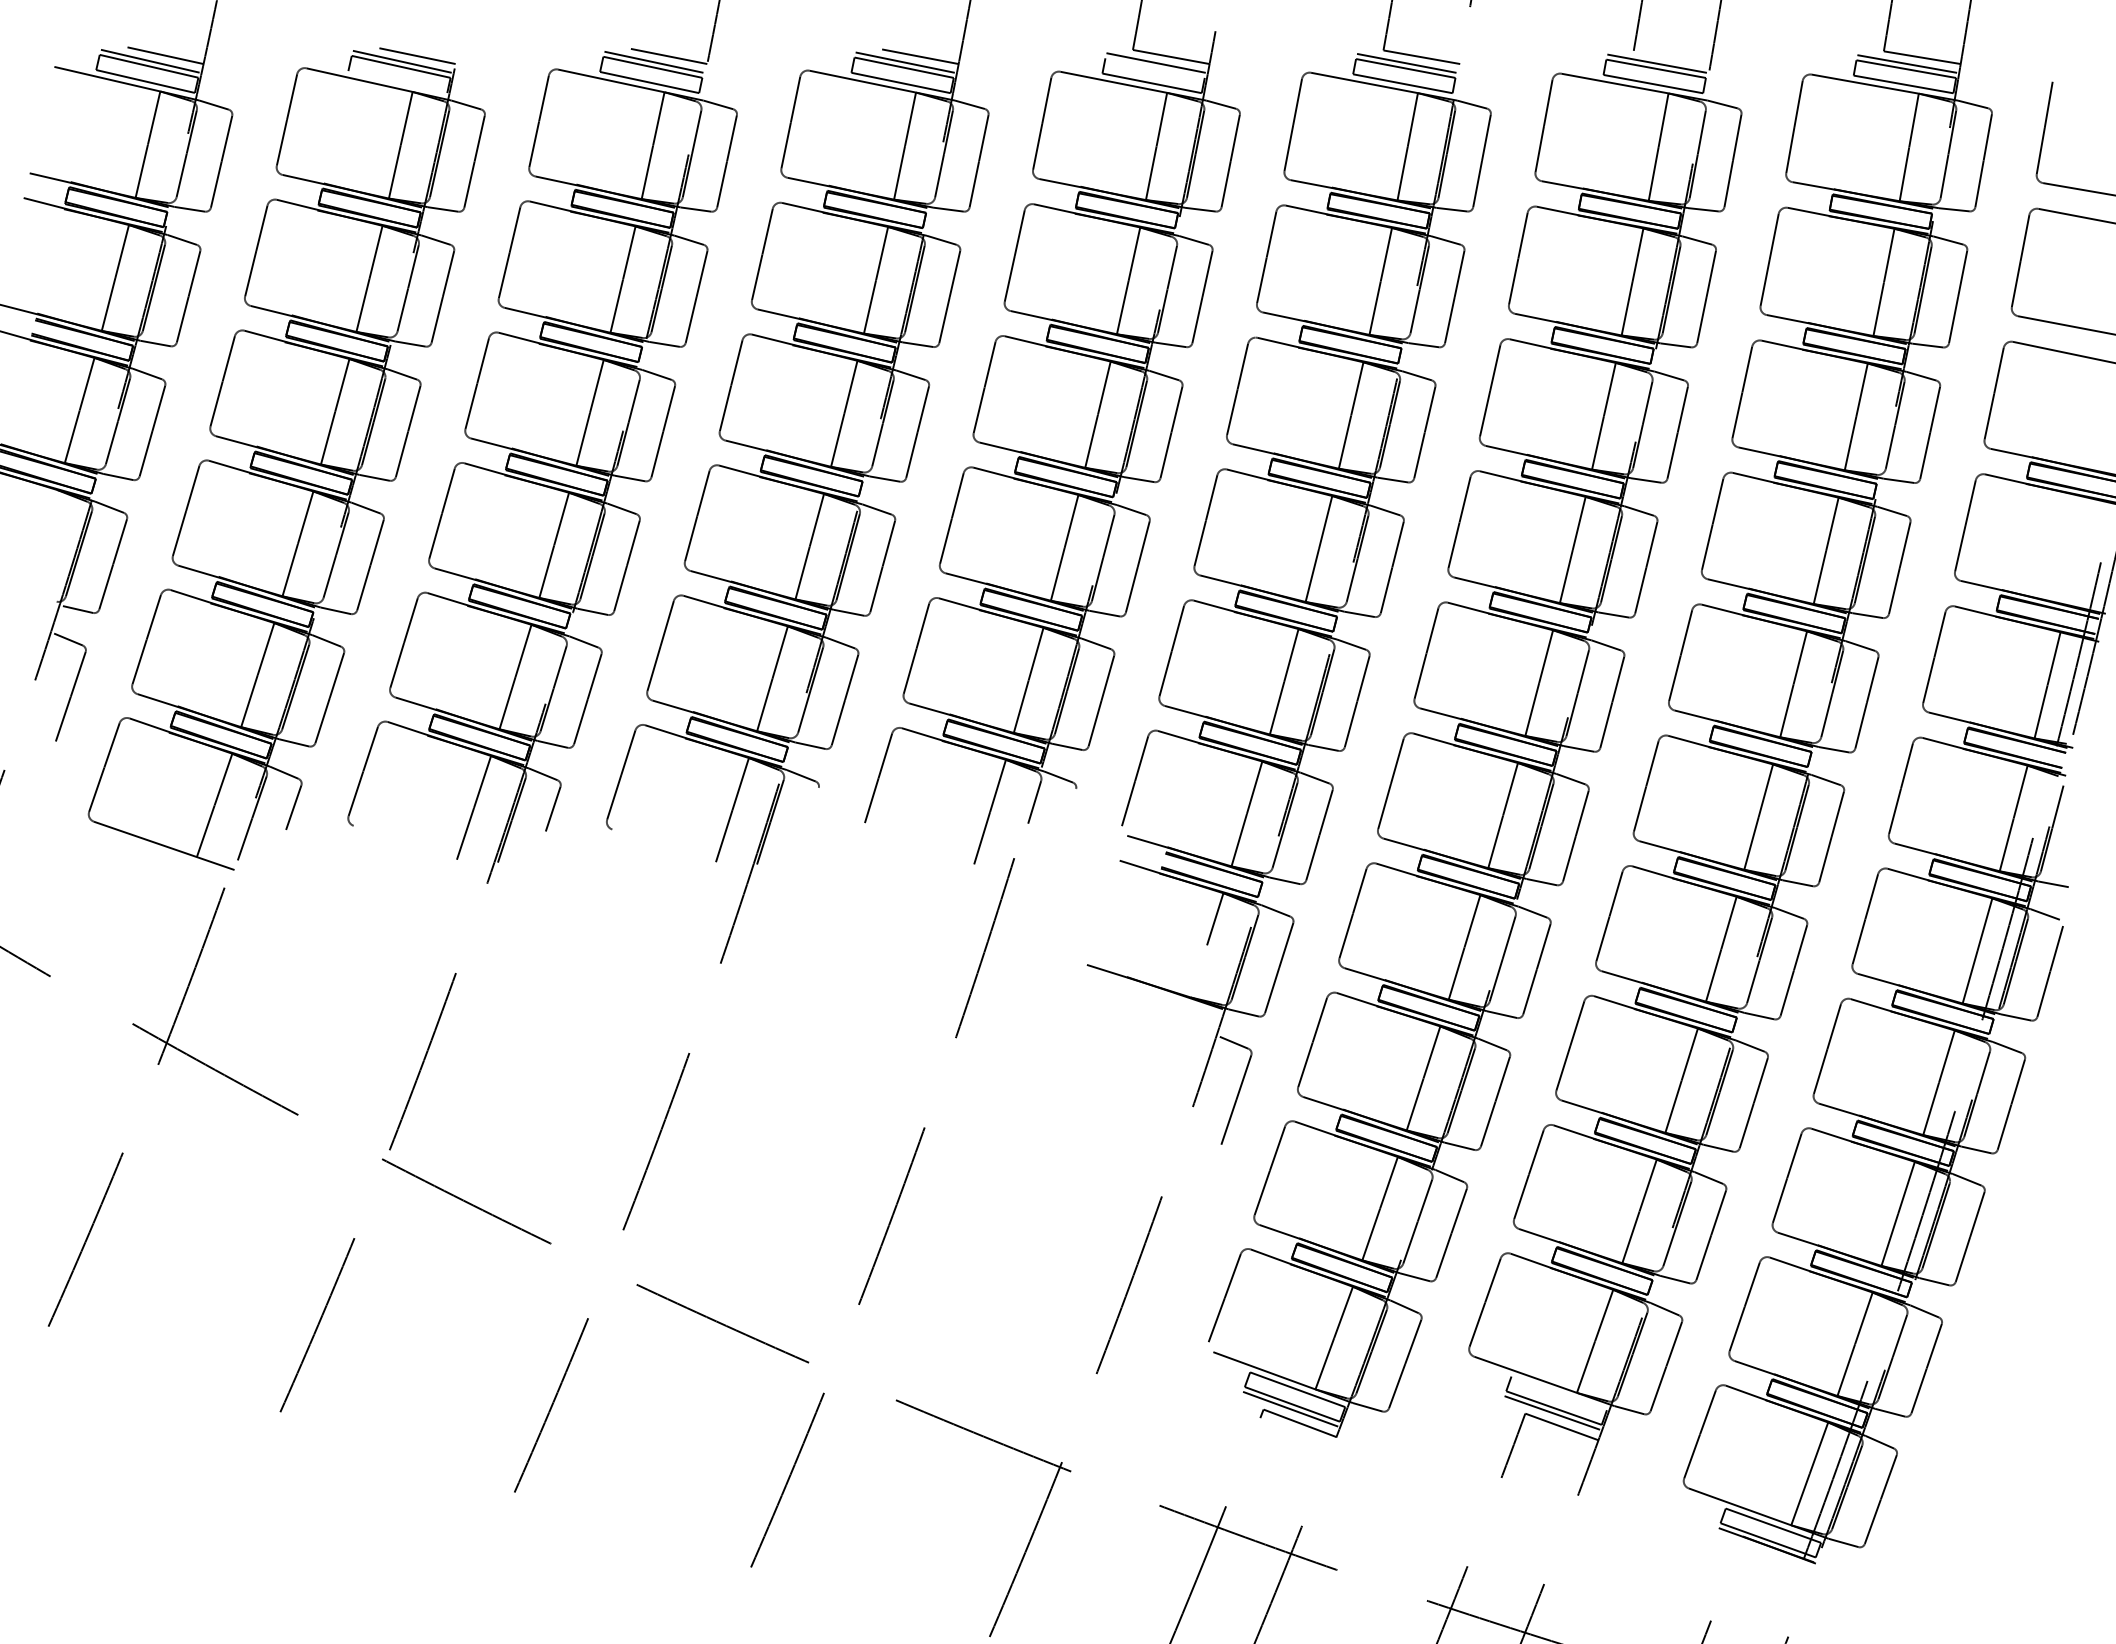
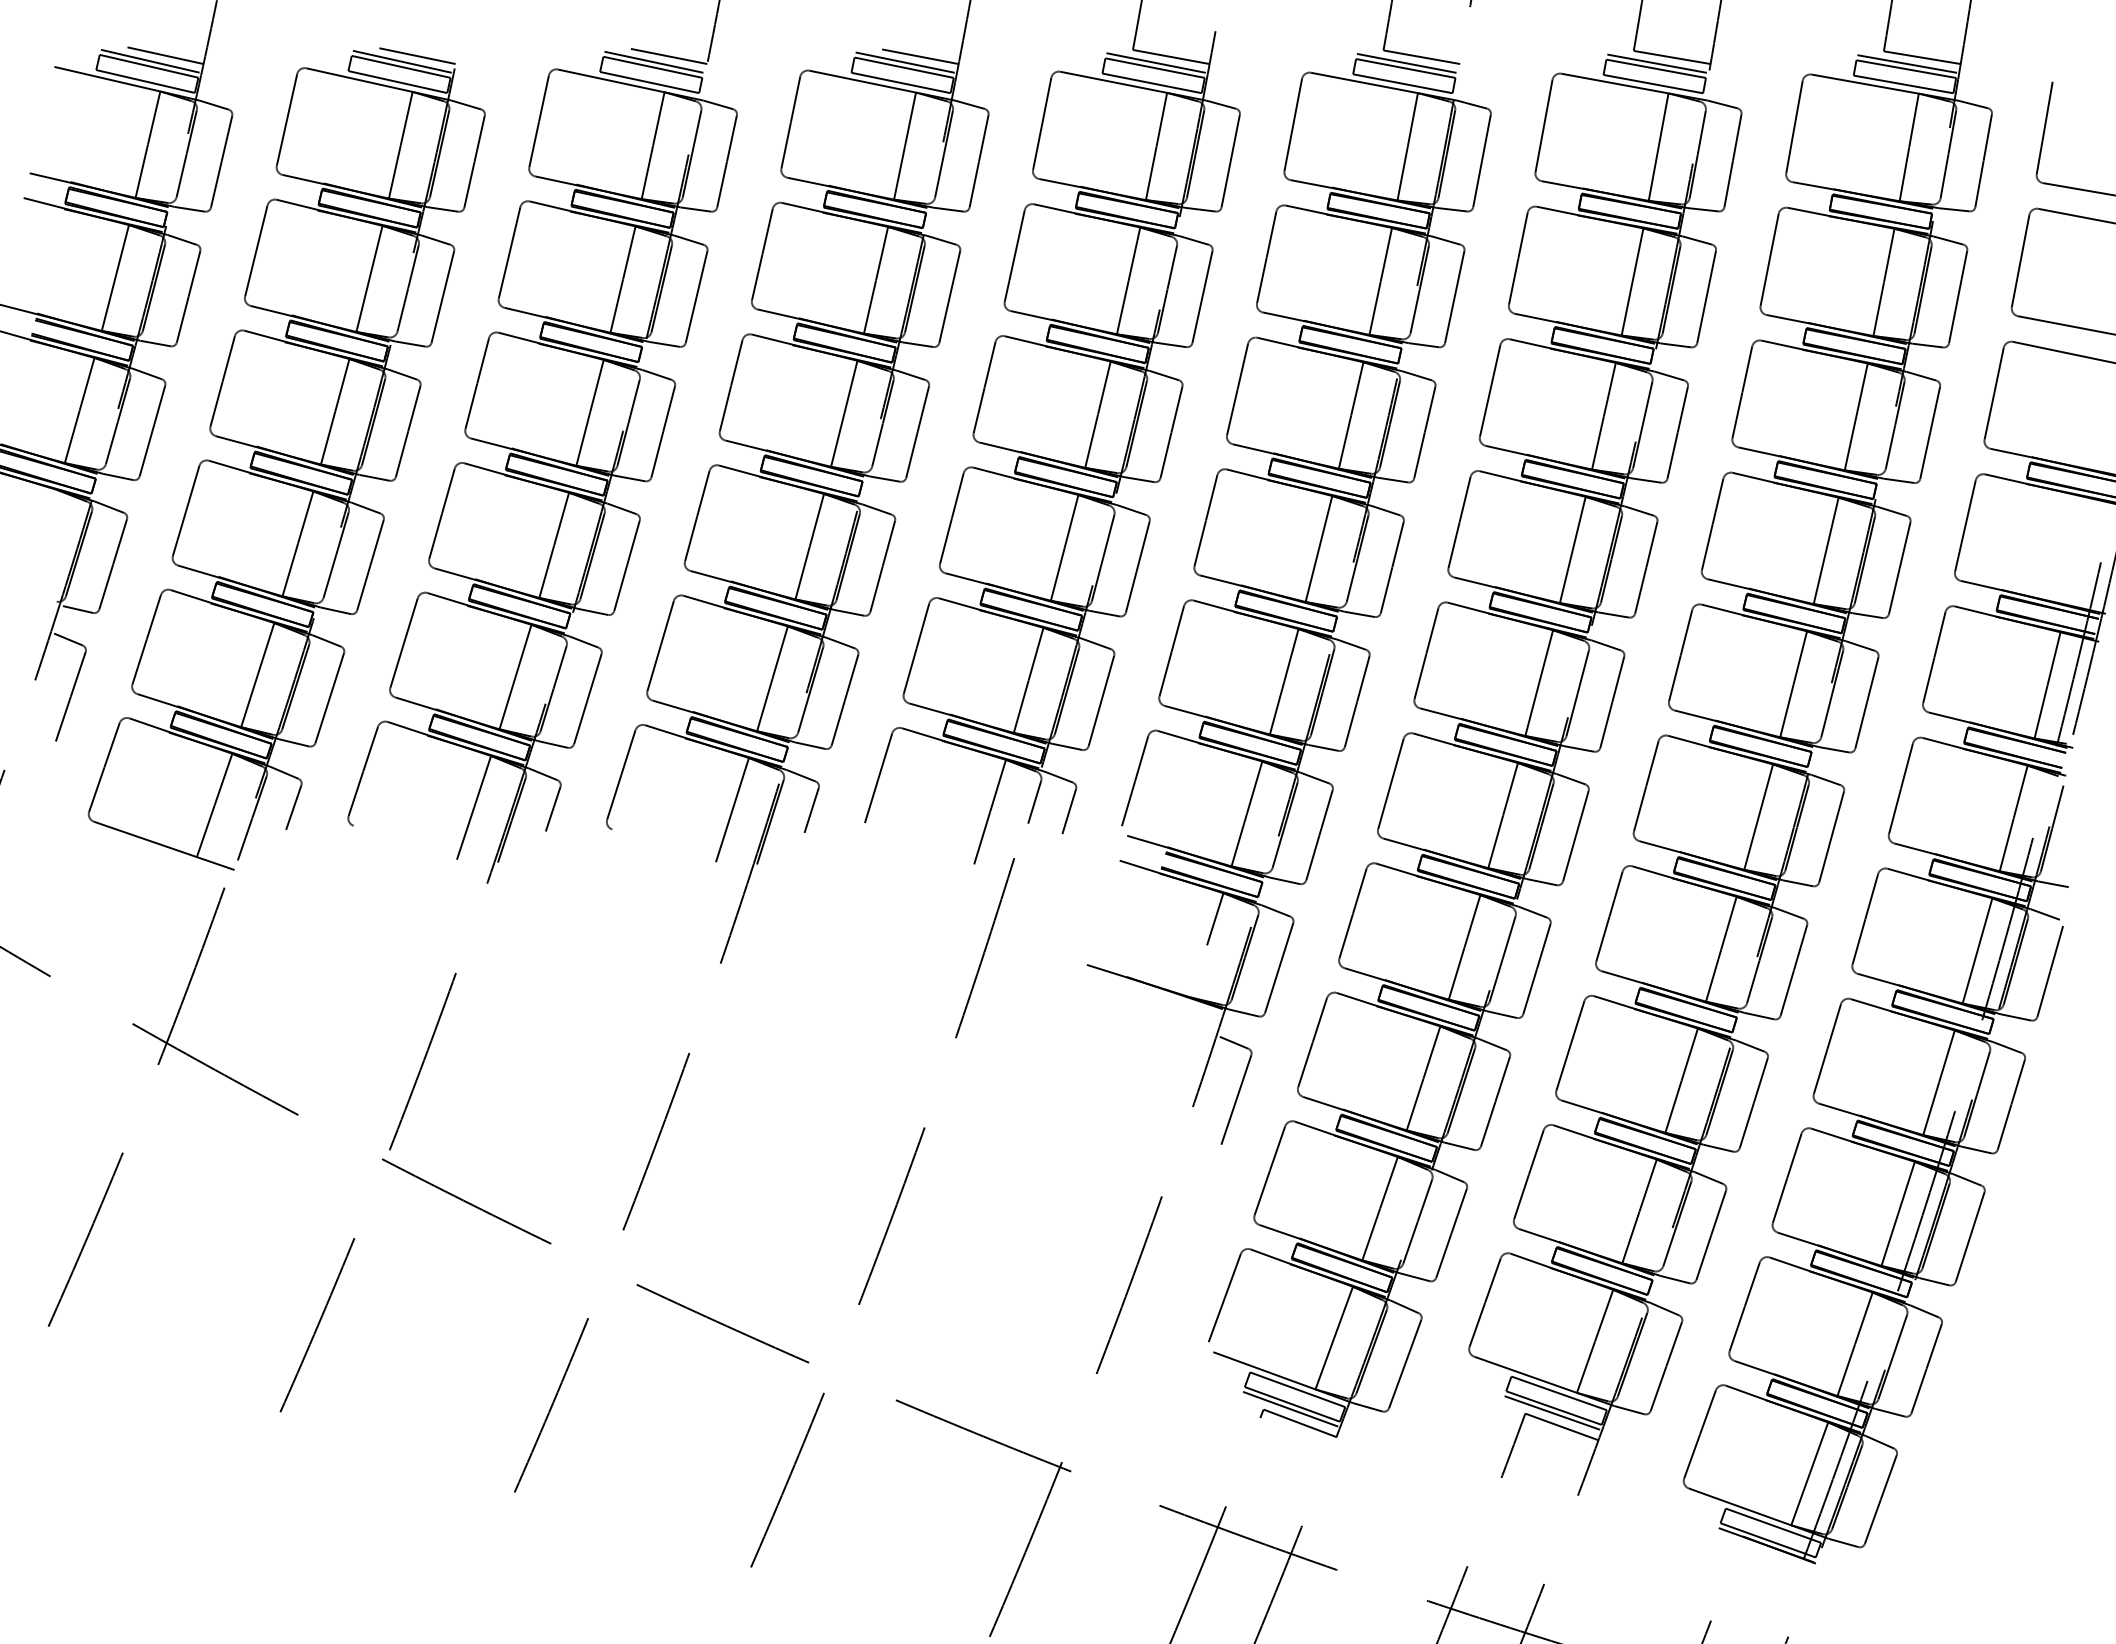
line at (1671, 57): none -> present
line at (1154, 67): none -> present
line at (397, 82): none -> present
line at (811, 809): none -> present
line at (1069, 811): none -> present
line at (1558, 1393): none -> present
